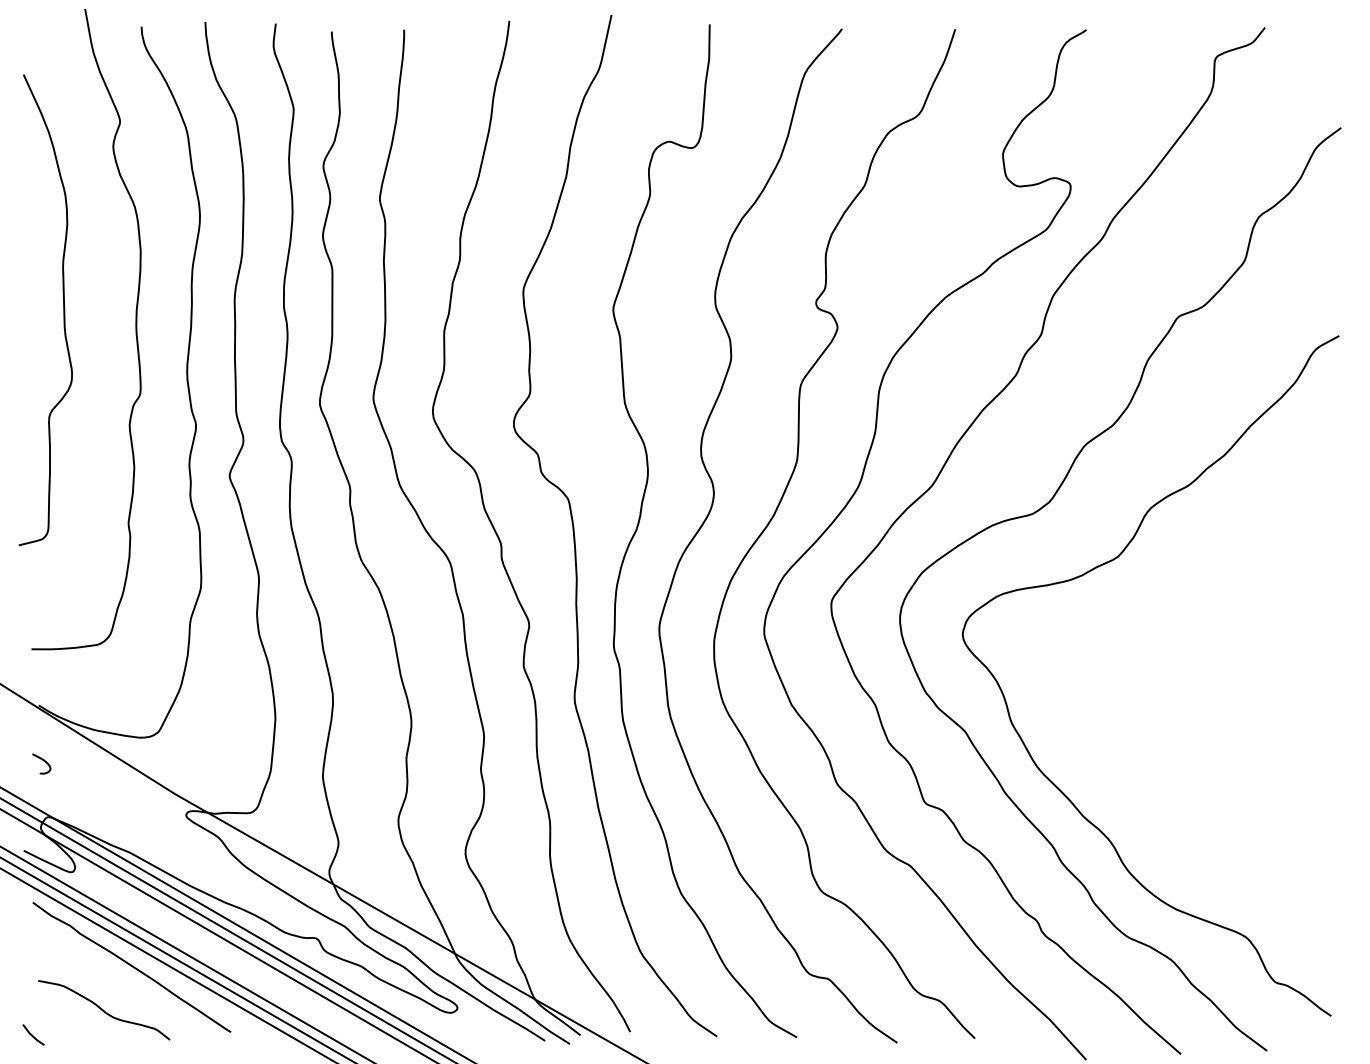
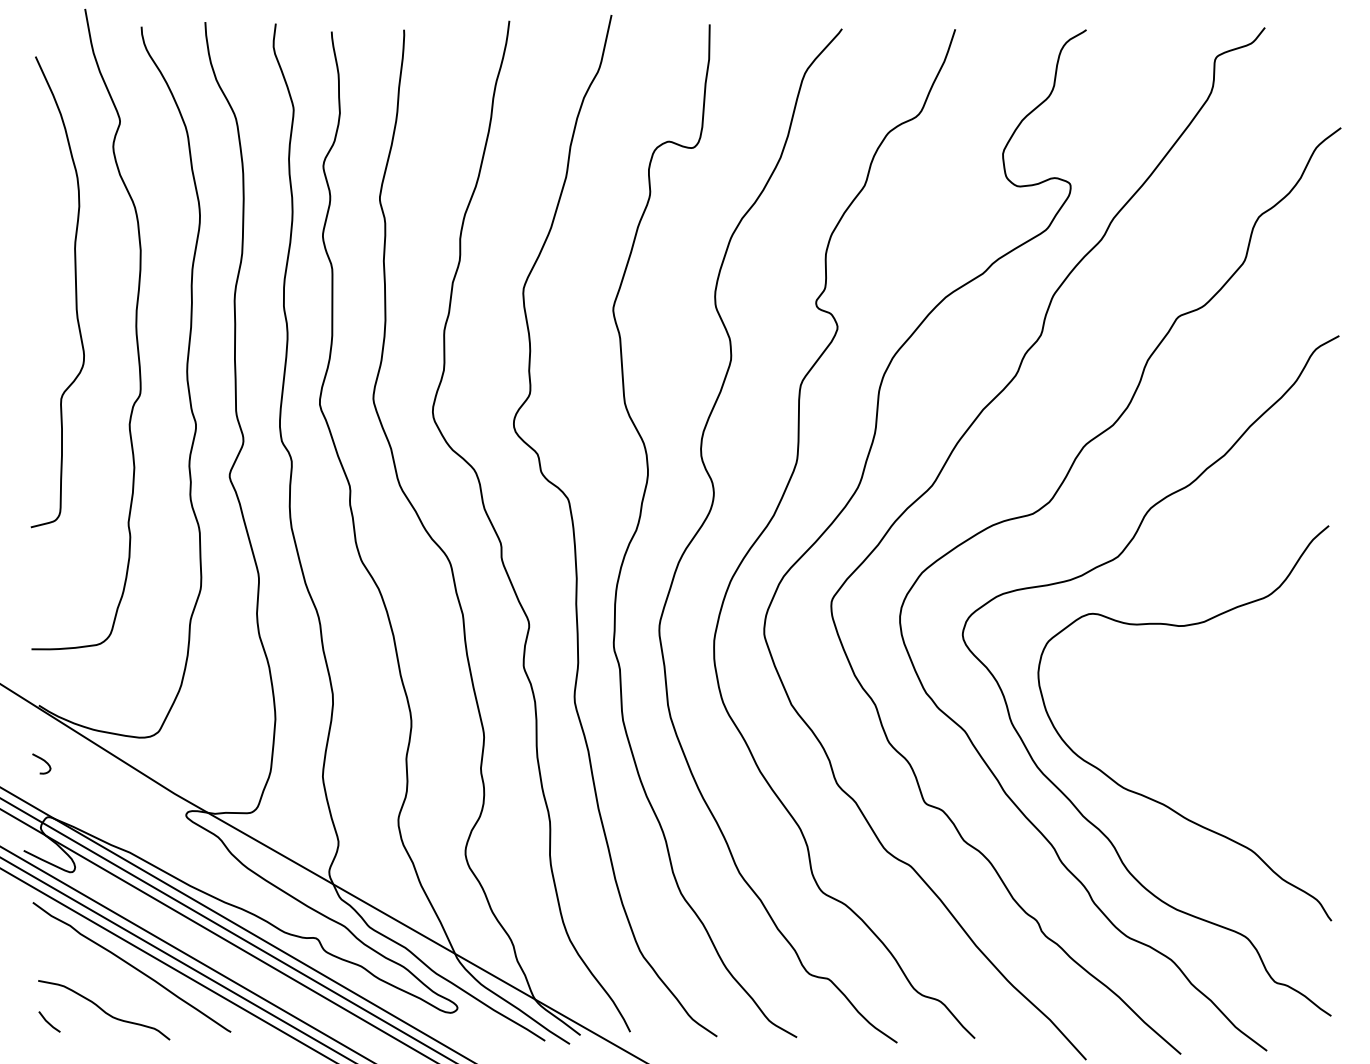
curve at (63, 310) position: (63, 310) -> (75, 292)
curve at (1150, 797): none -> present
line at (32, 1034) position: (32, 1034) -> (48, 1021)
